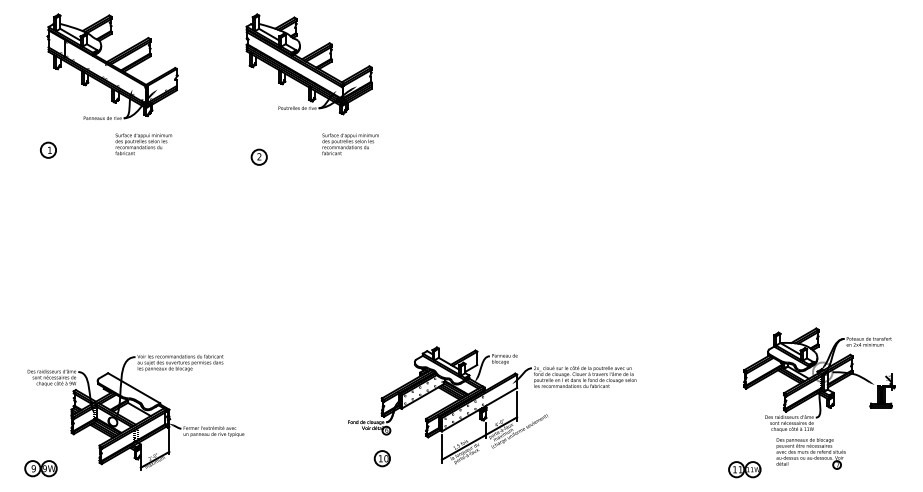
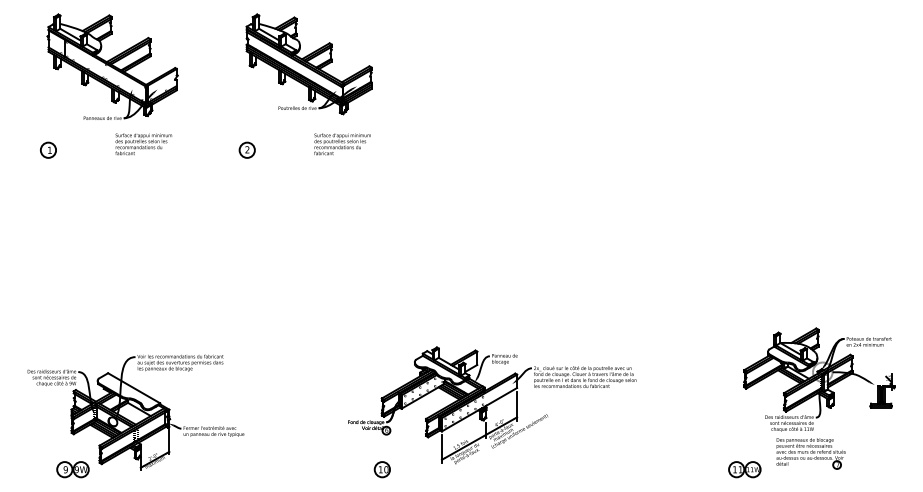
text at (350, 144) position: (350, 144) -> (342, 144)
part at (258, 156) position: (258, 156) -> (246, 149)
part at (381, 458) position: (381, 458) -> (381, 469)
part at (40, 468) position: (40, 468) -> (72, 469)
